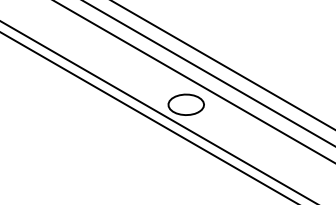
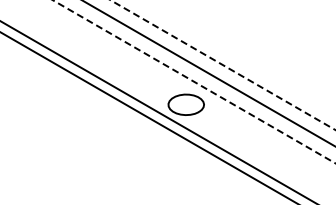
line at (223, 65): solid -> dashed
line at (194, 81): solid -> dashed
